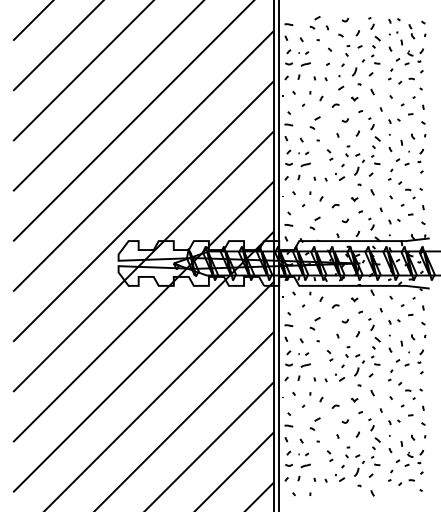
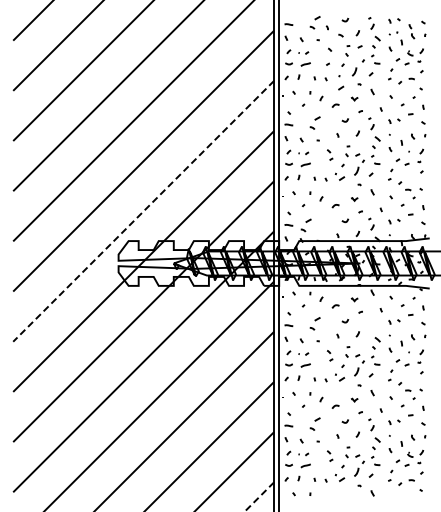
line at (143, 211): solid -> dashed
part at (314, 223) position: (314, 223) -> (305, 225)
part at (371, 324): present -> none
line at (259, 497): solid -> dashed
